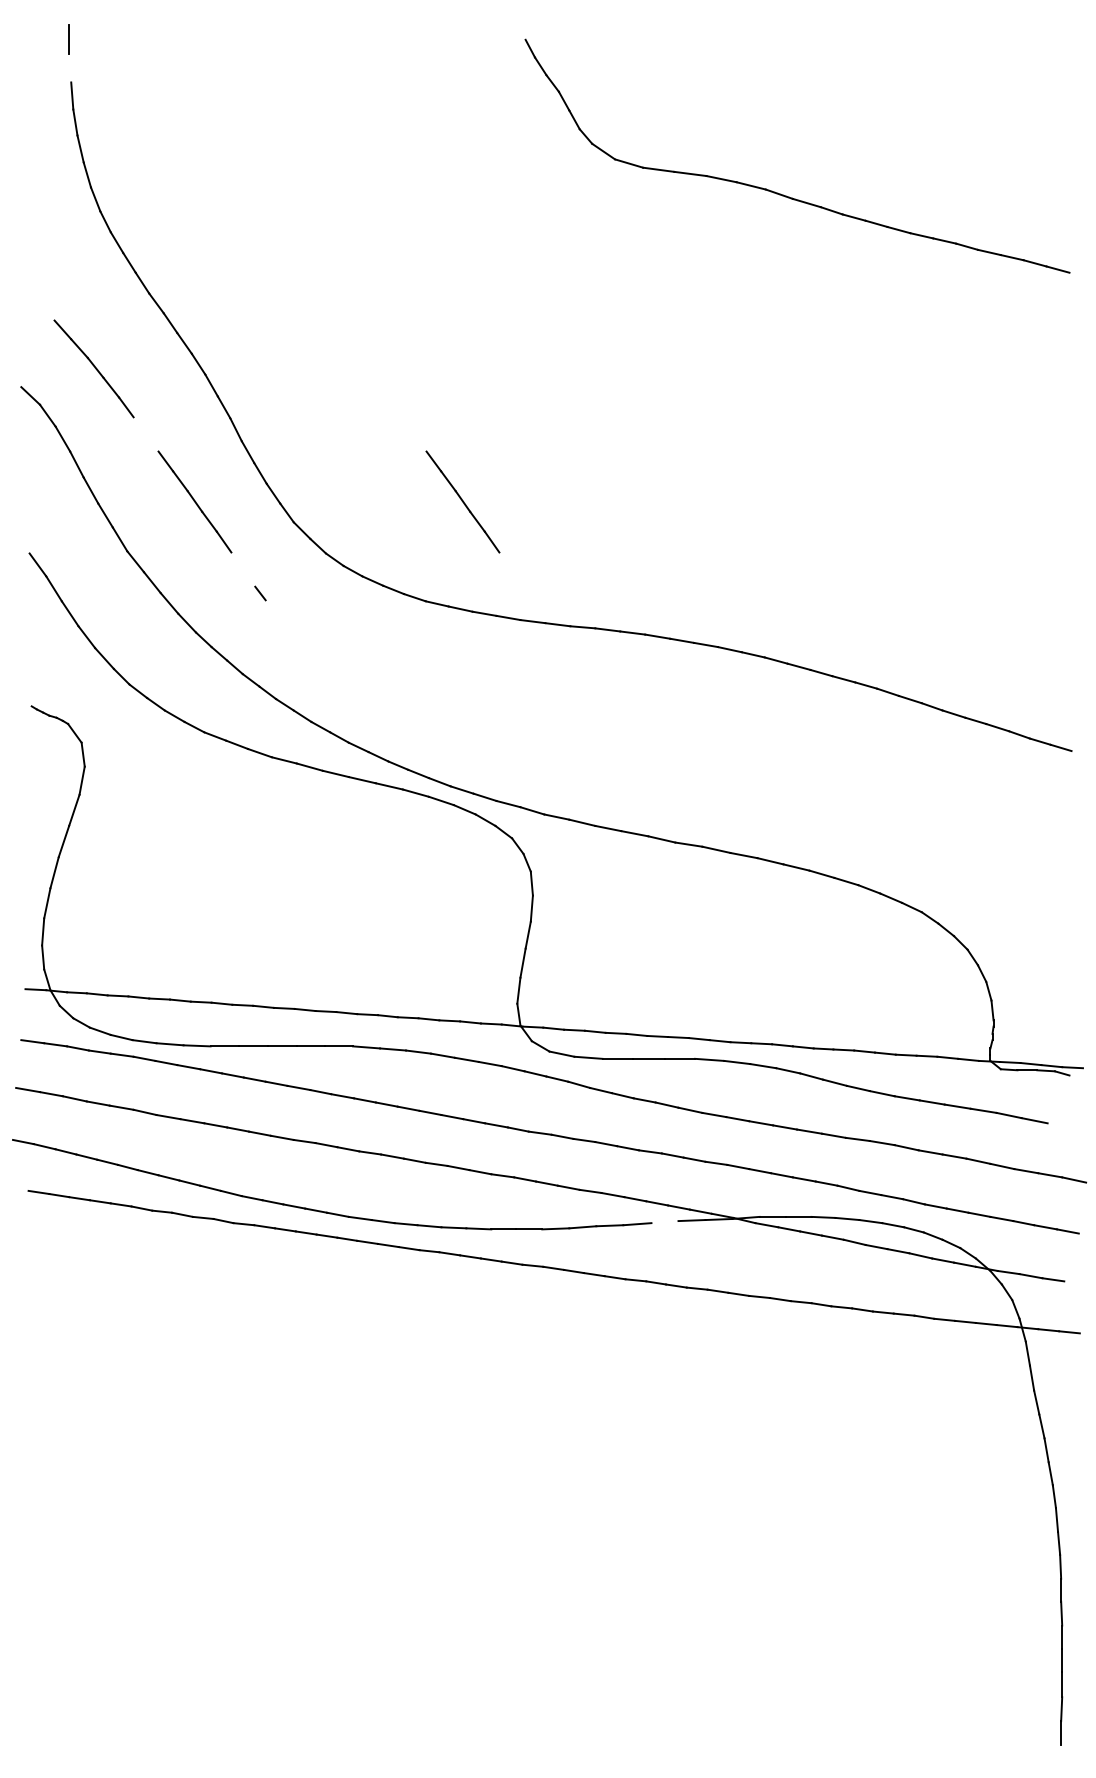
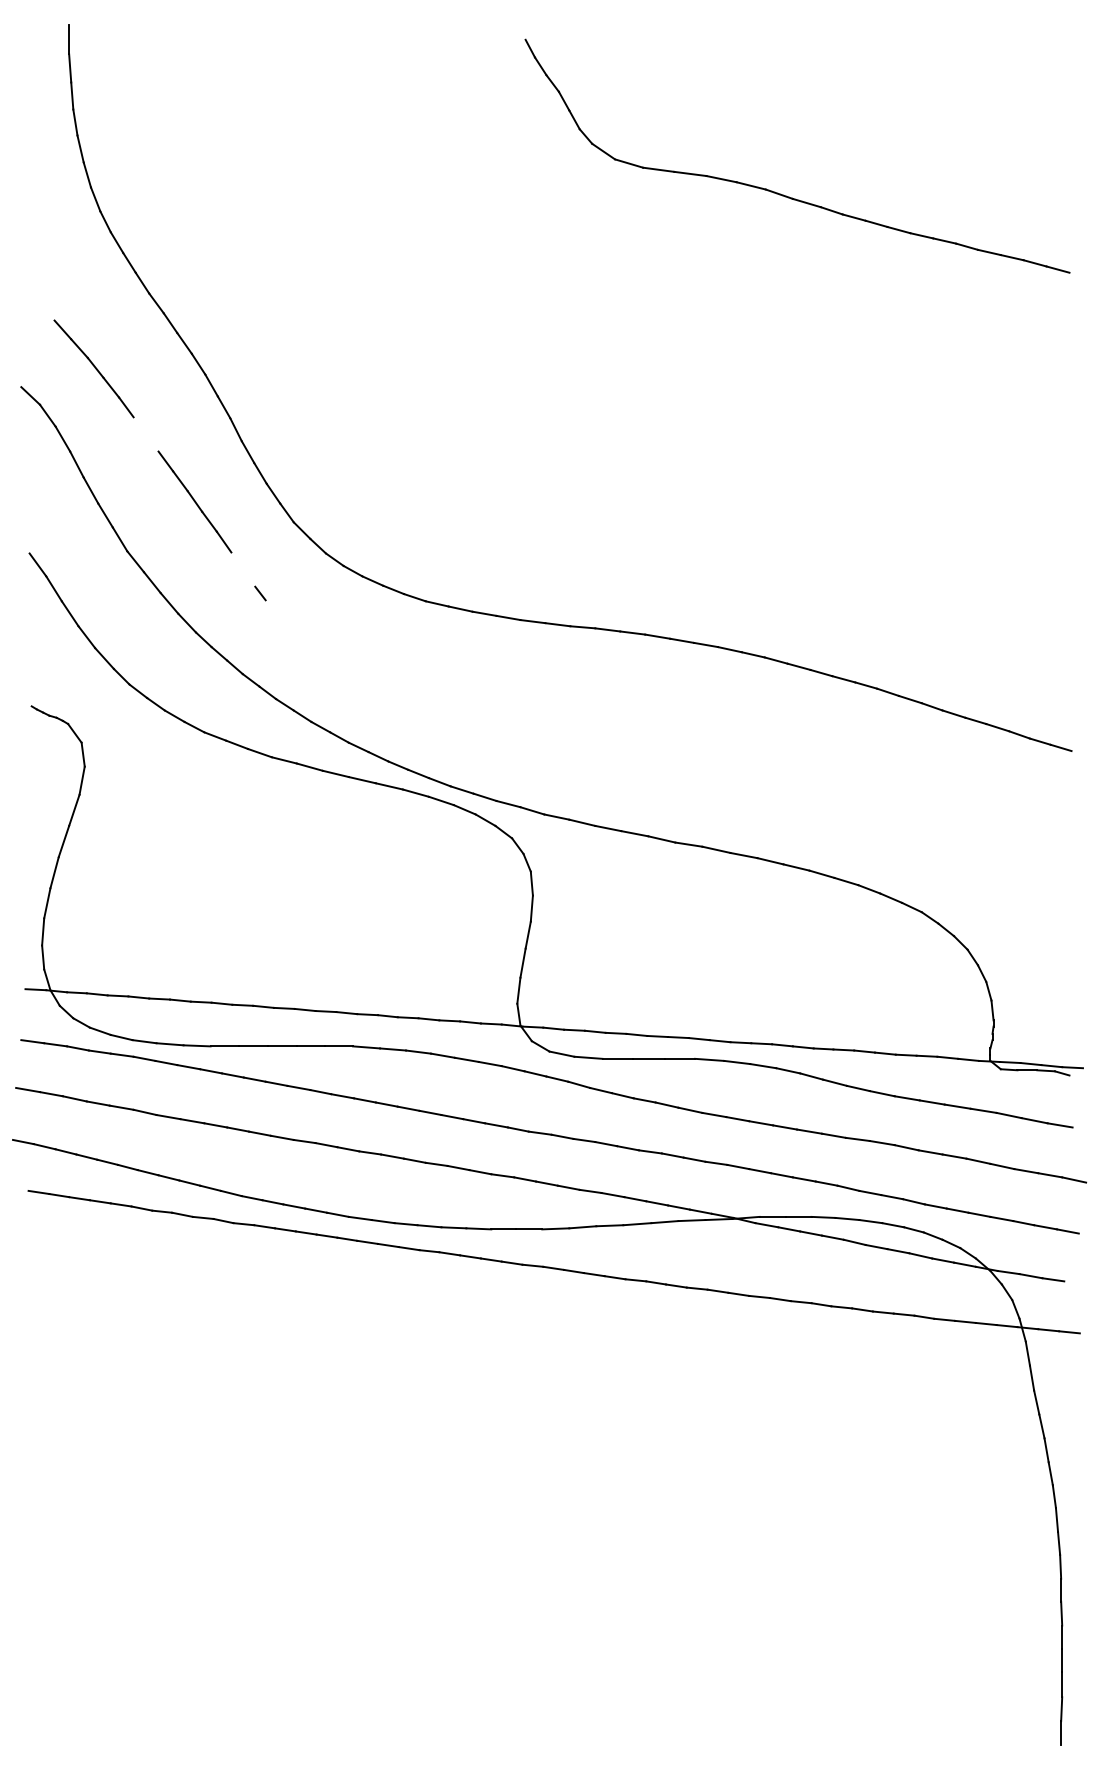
line at (70, 68): none -> present
line at (462, 501): present -> none
line at (1059, 1125): none -> present
line at (664, 1222): none -> present
